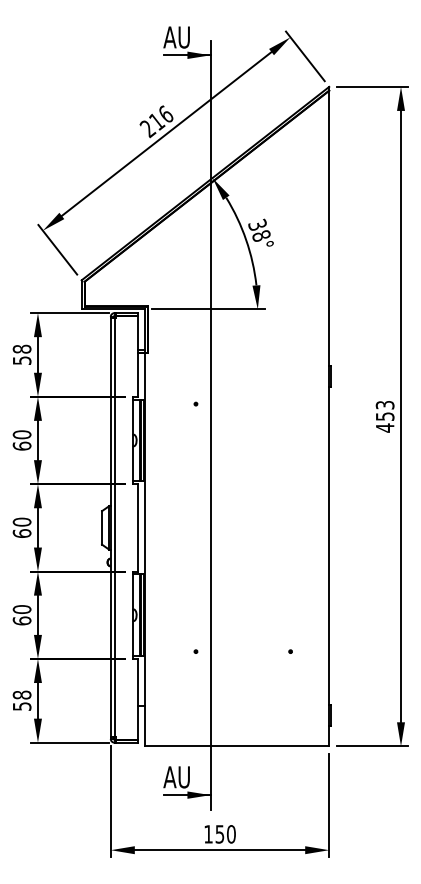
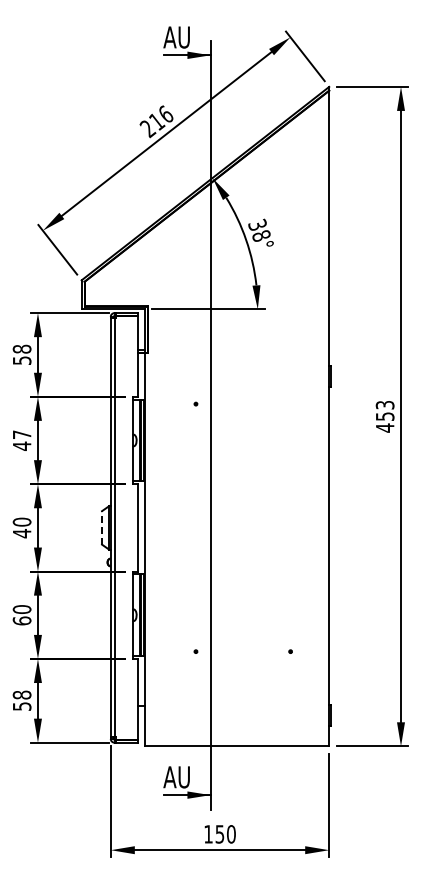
text at (21, 440): 60 -> 47
line at (102, 527): solid -> dashed
text at (21, 533): 60 -> 40
